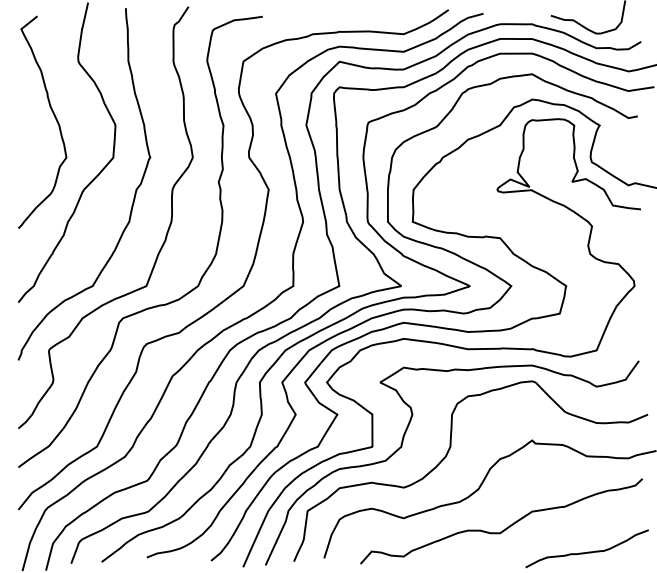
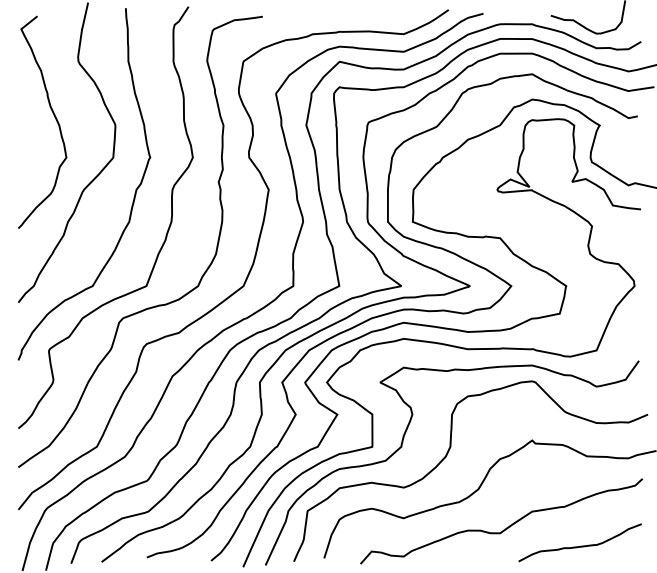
curve at (587, 551) position: (587, 551) -> (580, 545)
